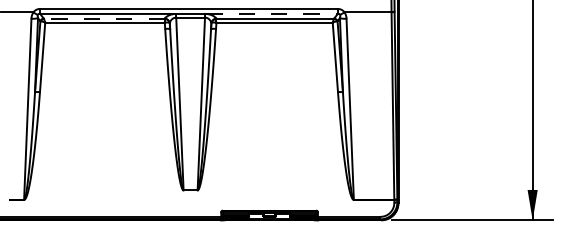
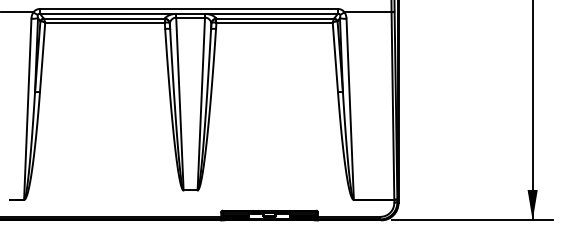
line at (272, 14): dashed -> solid
line at (103, 18): dashed -> solid
